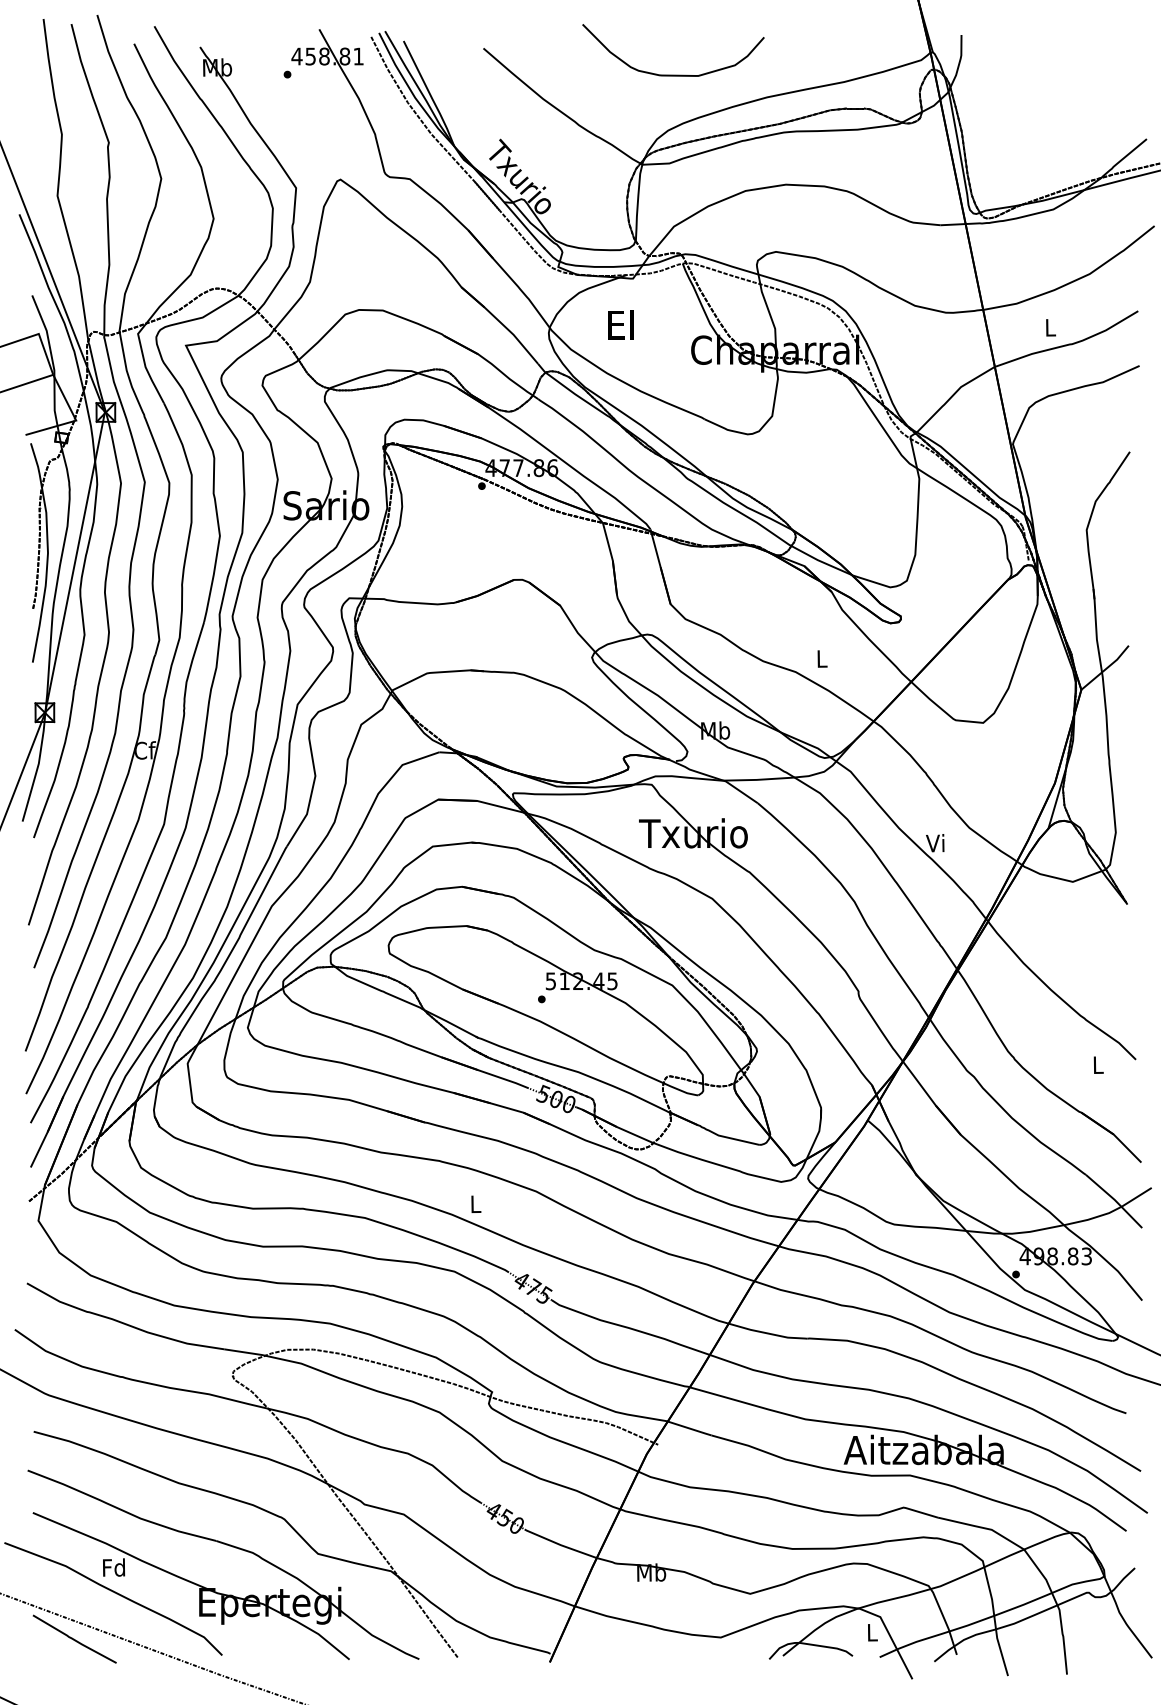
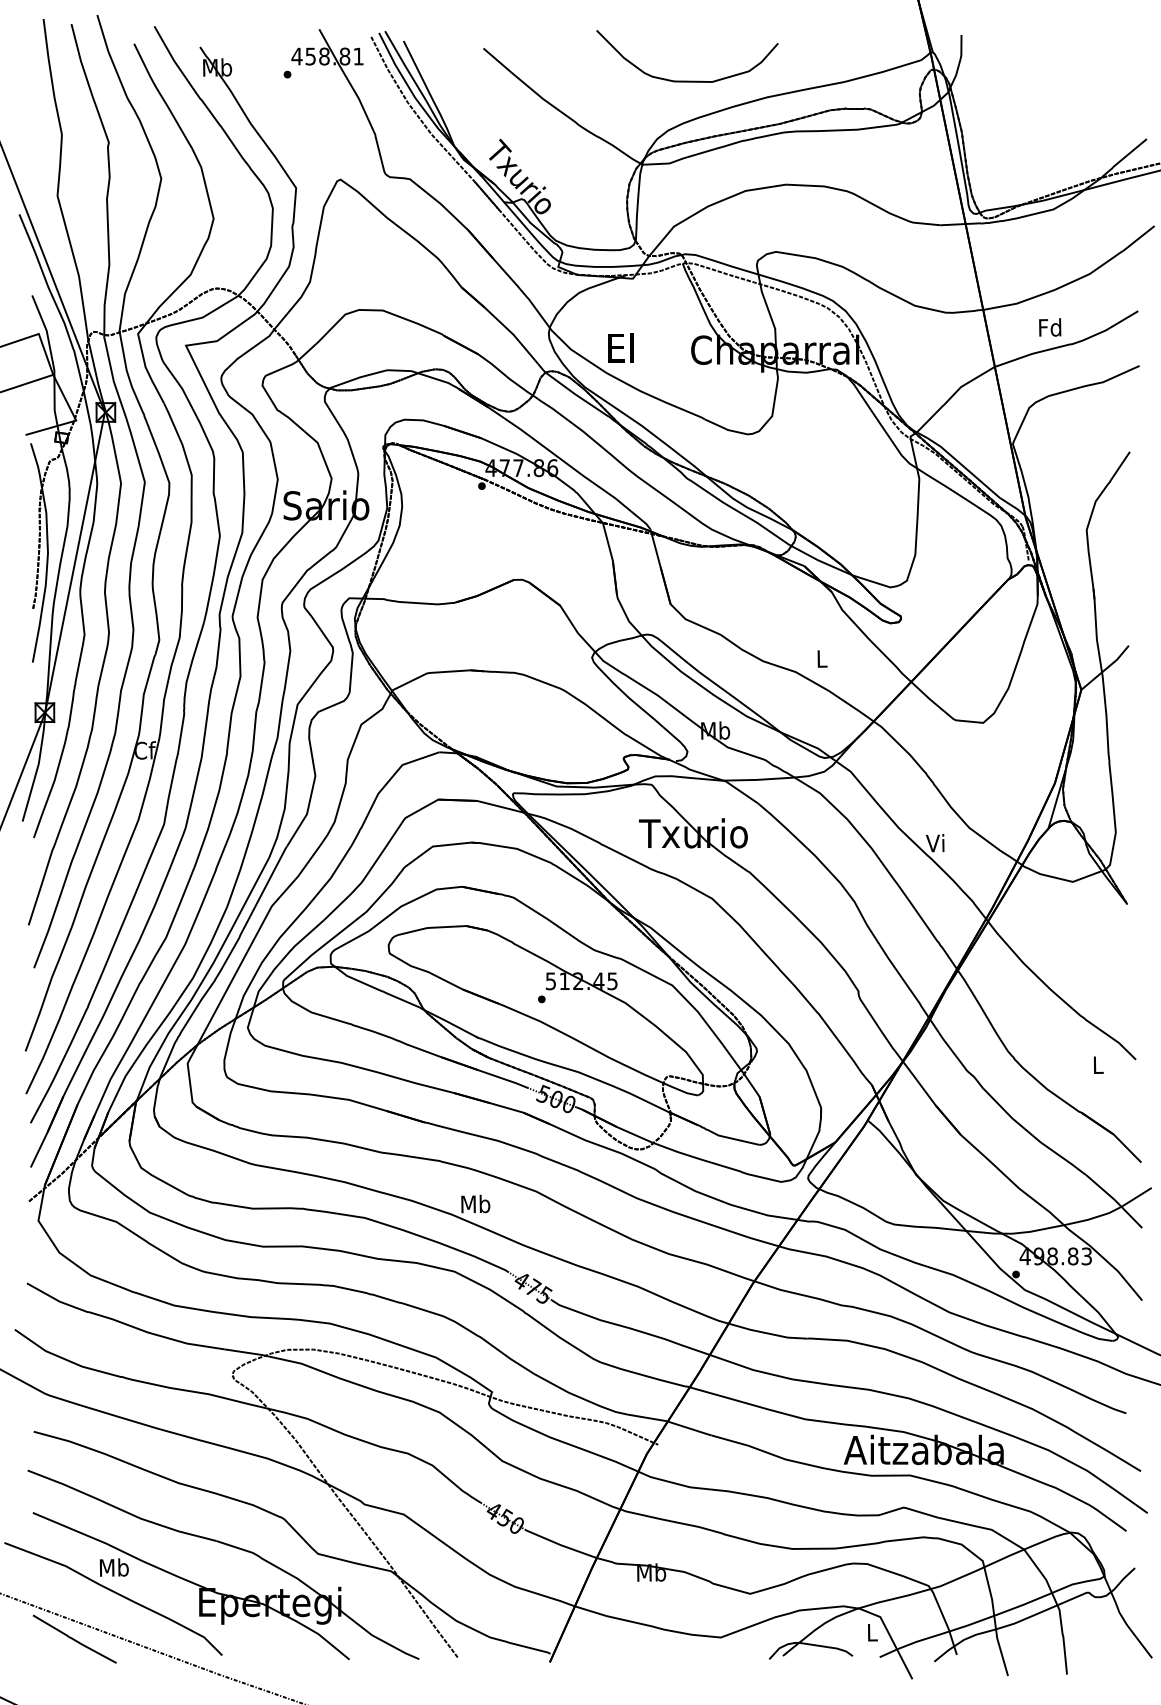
curve at (673, 74) position: (673, 74) -> (687, 80)
text at (620, 324) position: (620, 324) -> (620, 347)
text at (1050, 327): L -> Fd
text at (475, 1203): L -> Mb
text at (113, 1567): Fd -> Mb
